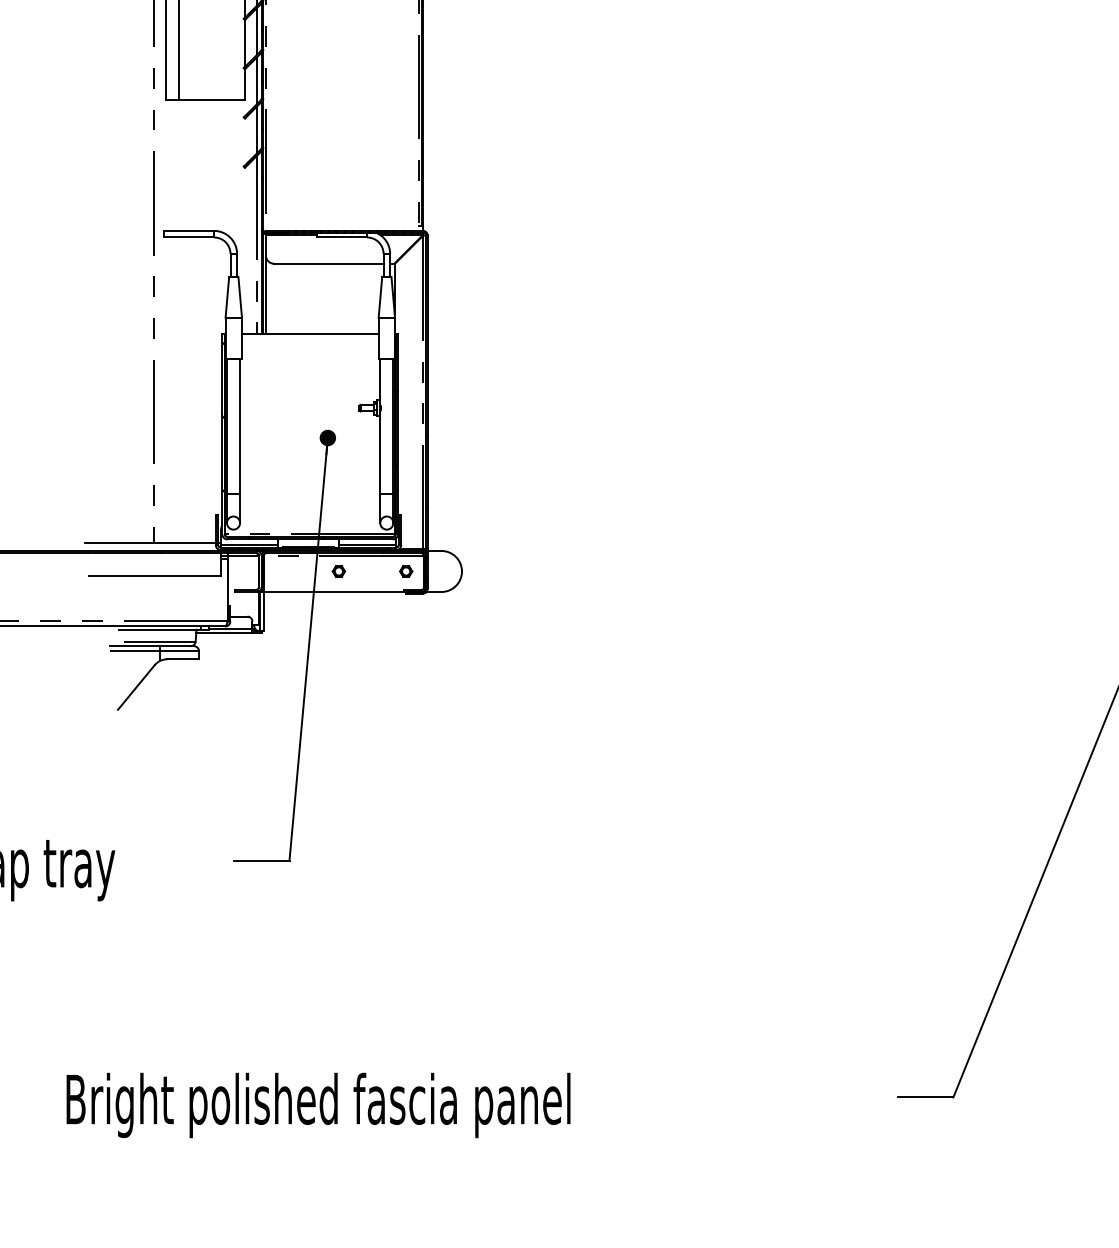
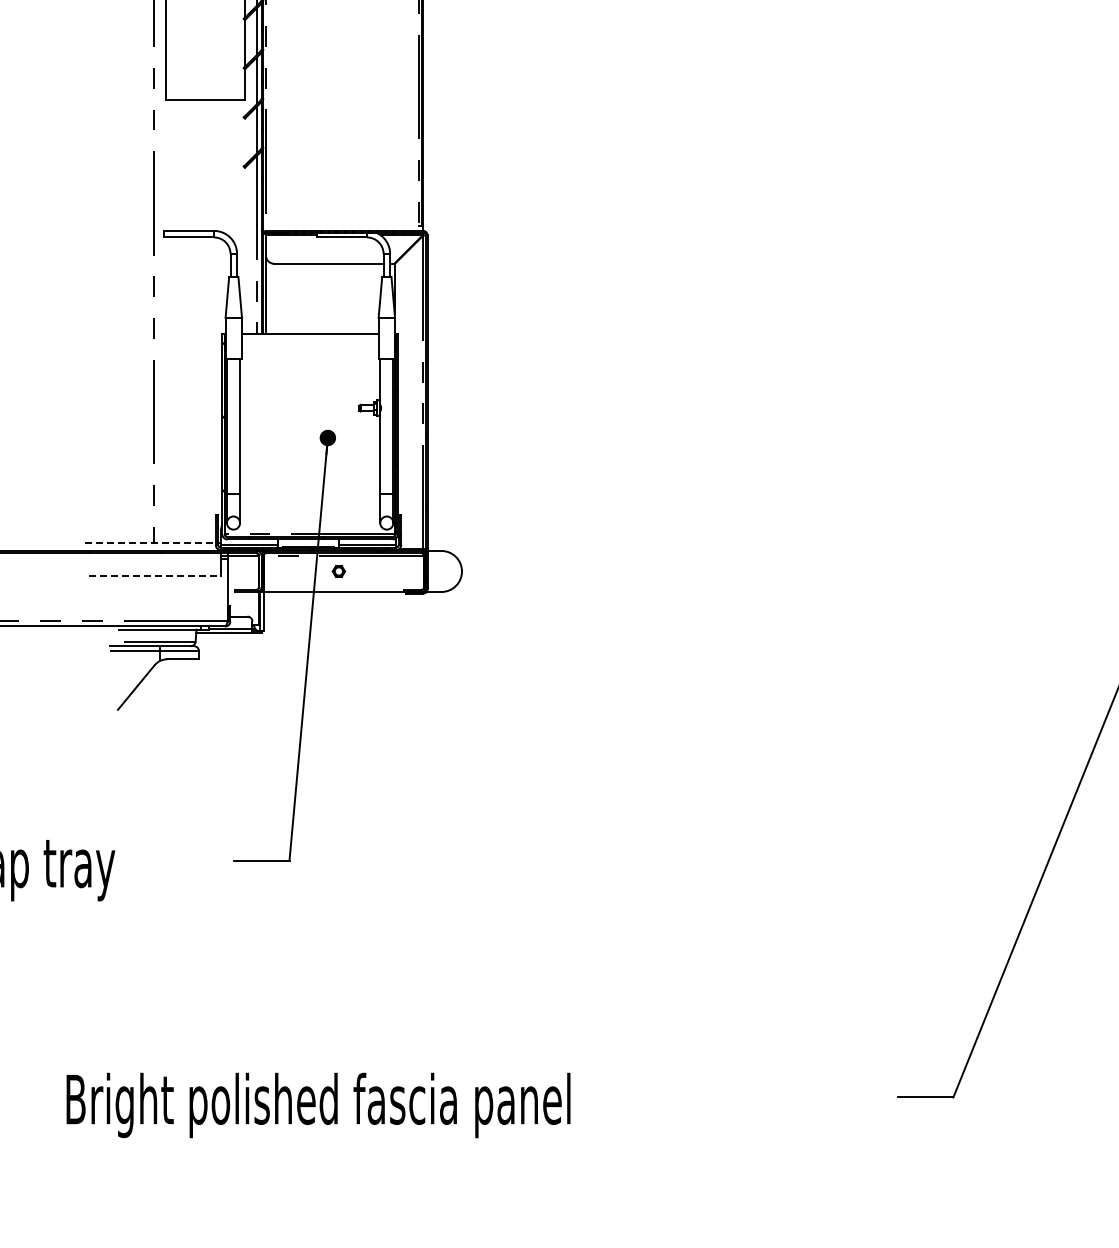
line at (178, 50): present -> none
line at (151, 542): solid -> dashed
part at (406, 571): present -> none
line at (155, 575): solid -> dashed
